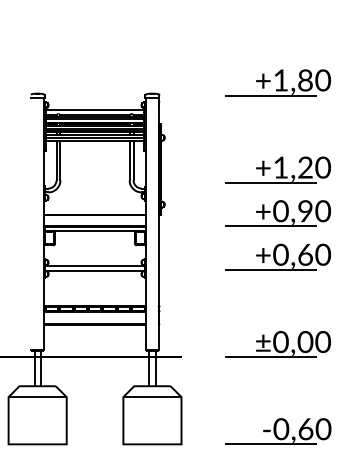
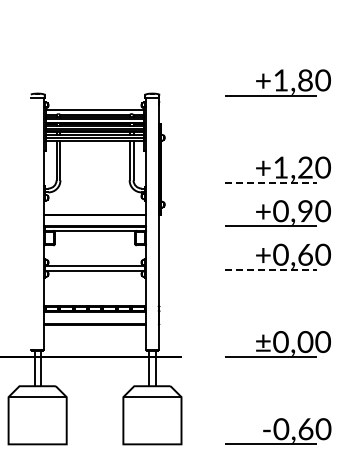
line at (271, 182): solid -> dashed
line at (271, 269): solid -> dashed
